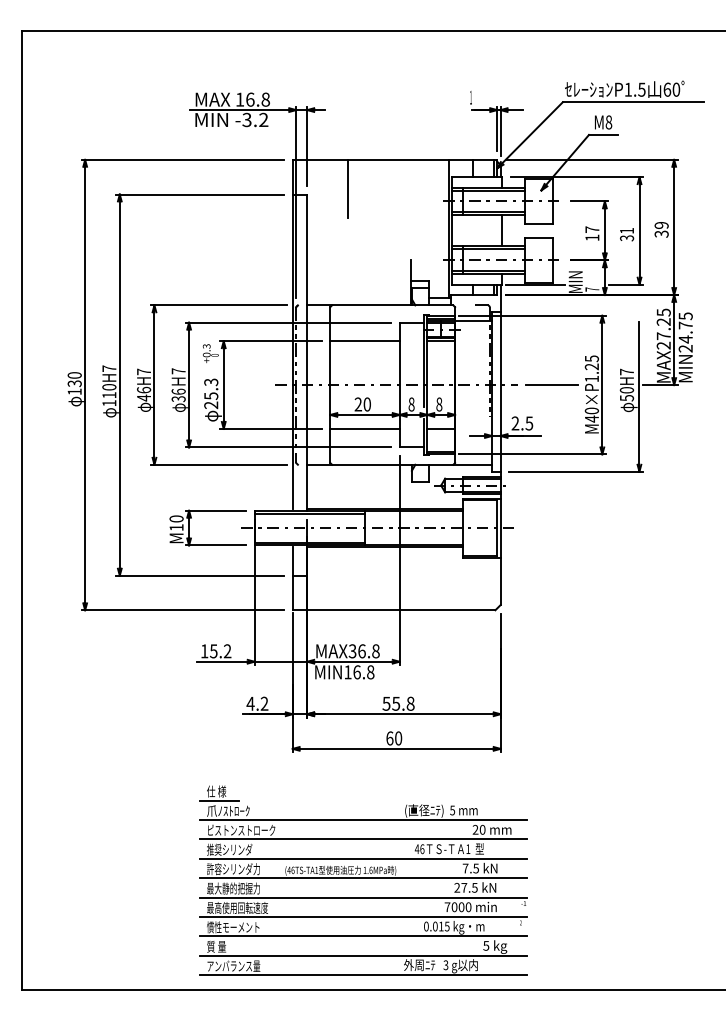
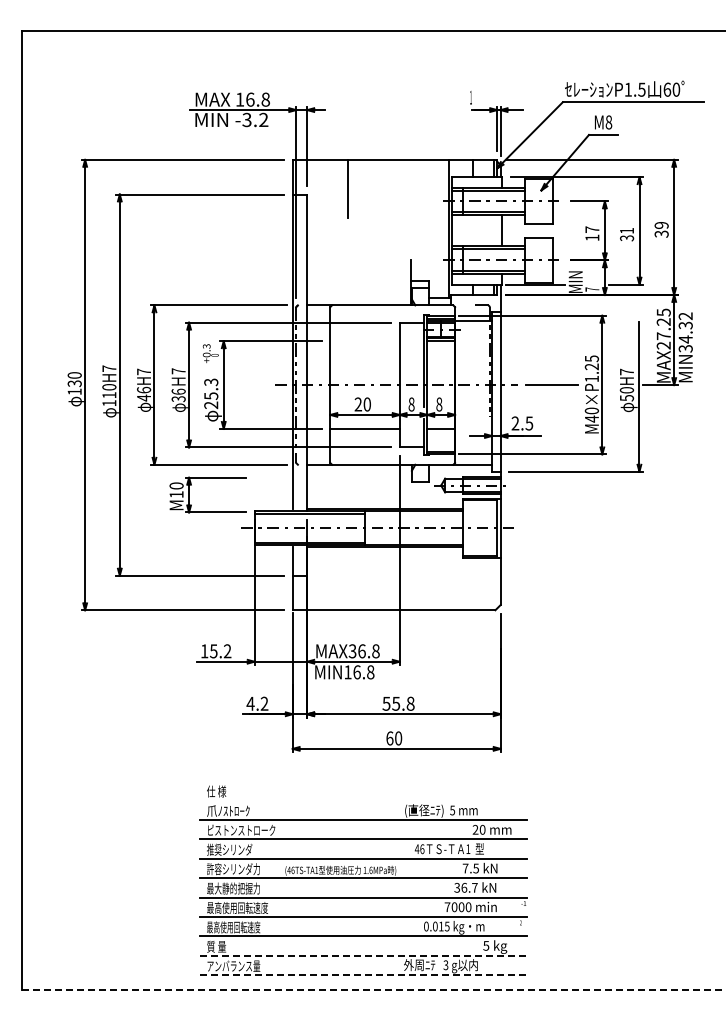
text at (685, 332): MIN24.75 -> MIN34.32
line at (364, 341): present -> none
part at (207, 511) position: (207, 511) -> (207, 478)
line at (219, 800): present -> none
text at (465, 887): 27.5 -> 36.7
text at (233, 927): 慣性モーメント -> 最高使用回転速度
line at (363, 955): solid -> dashed
line at (363, 975): solid -> dashed
line at (373, 990): solid -> dashed
